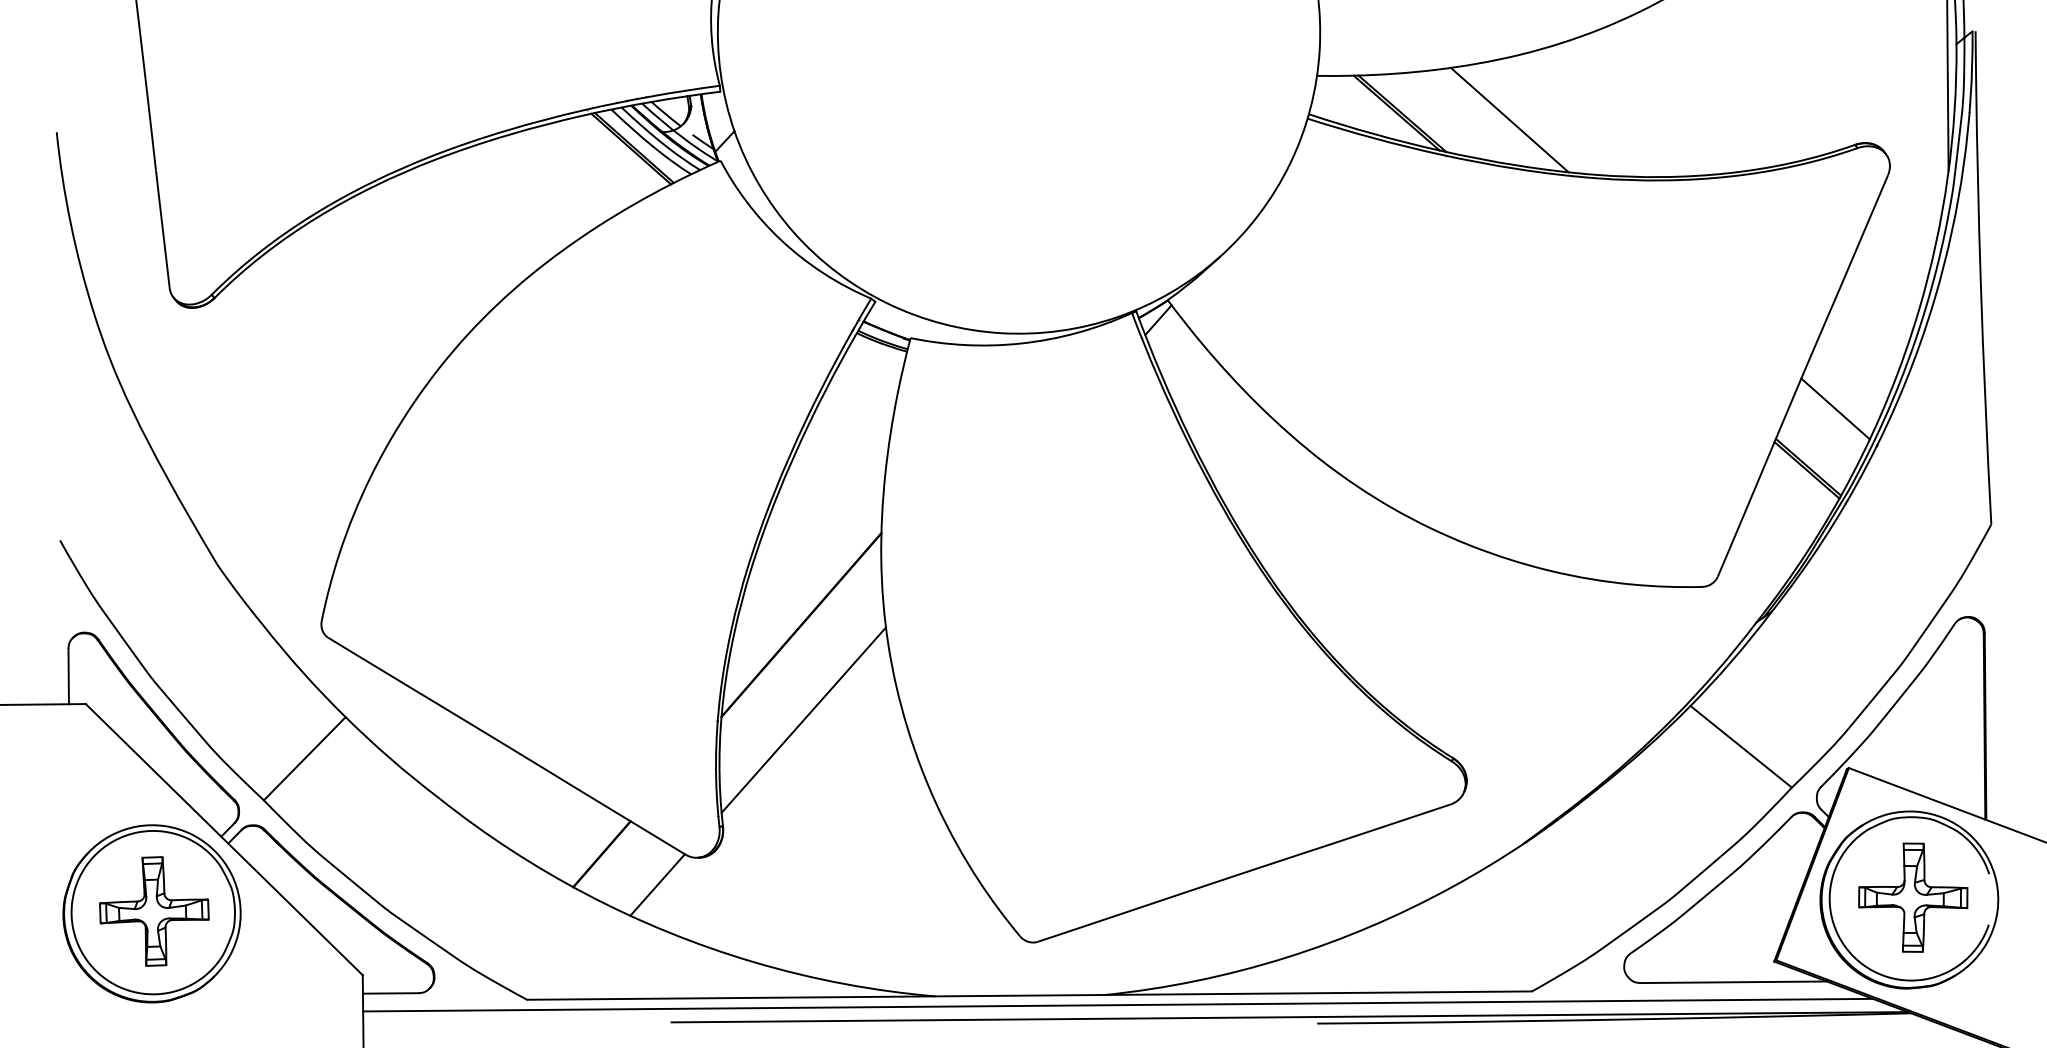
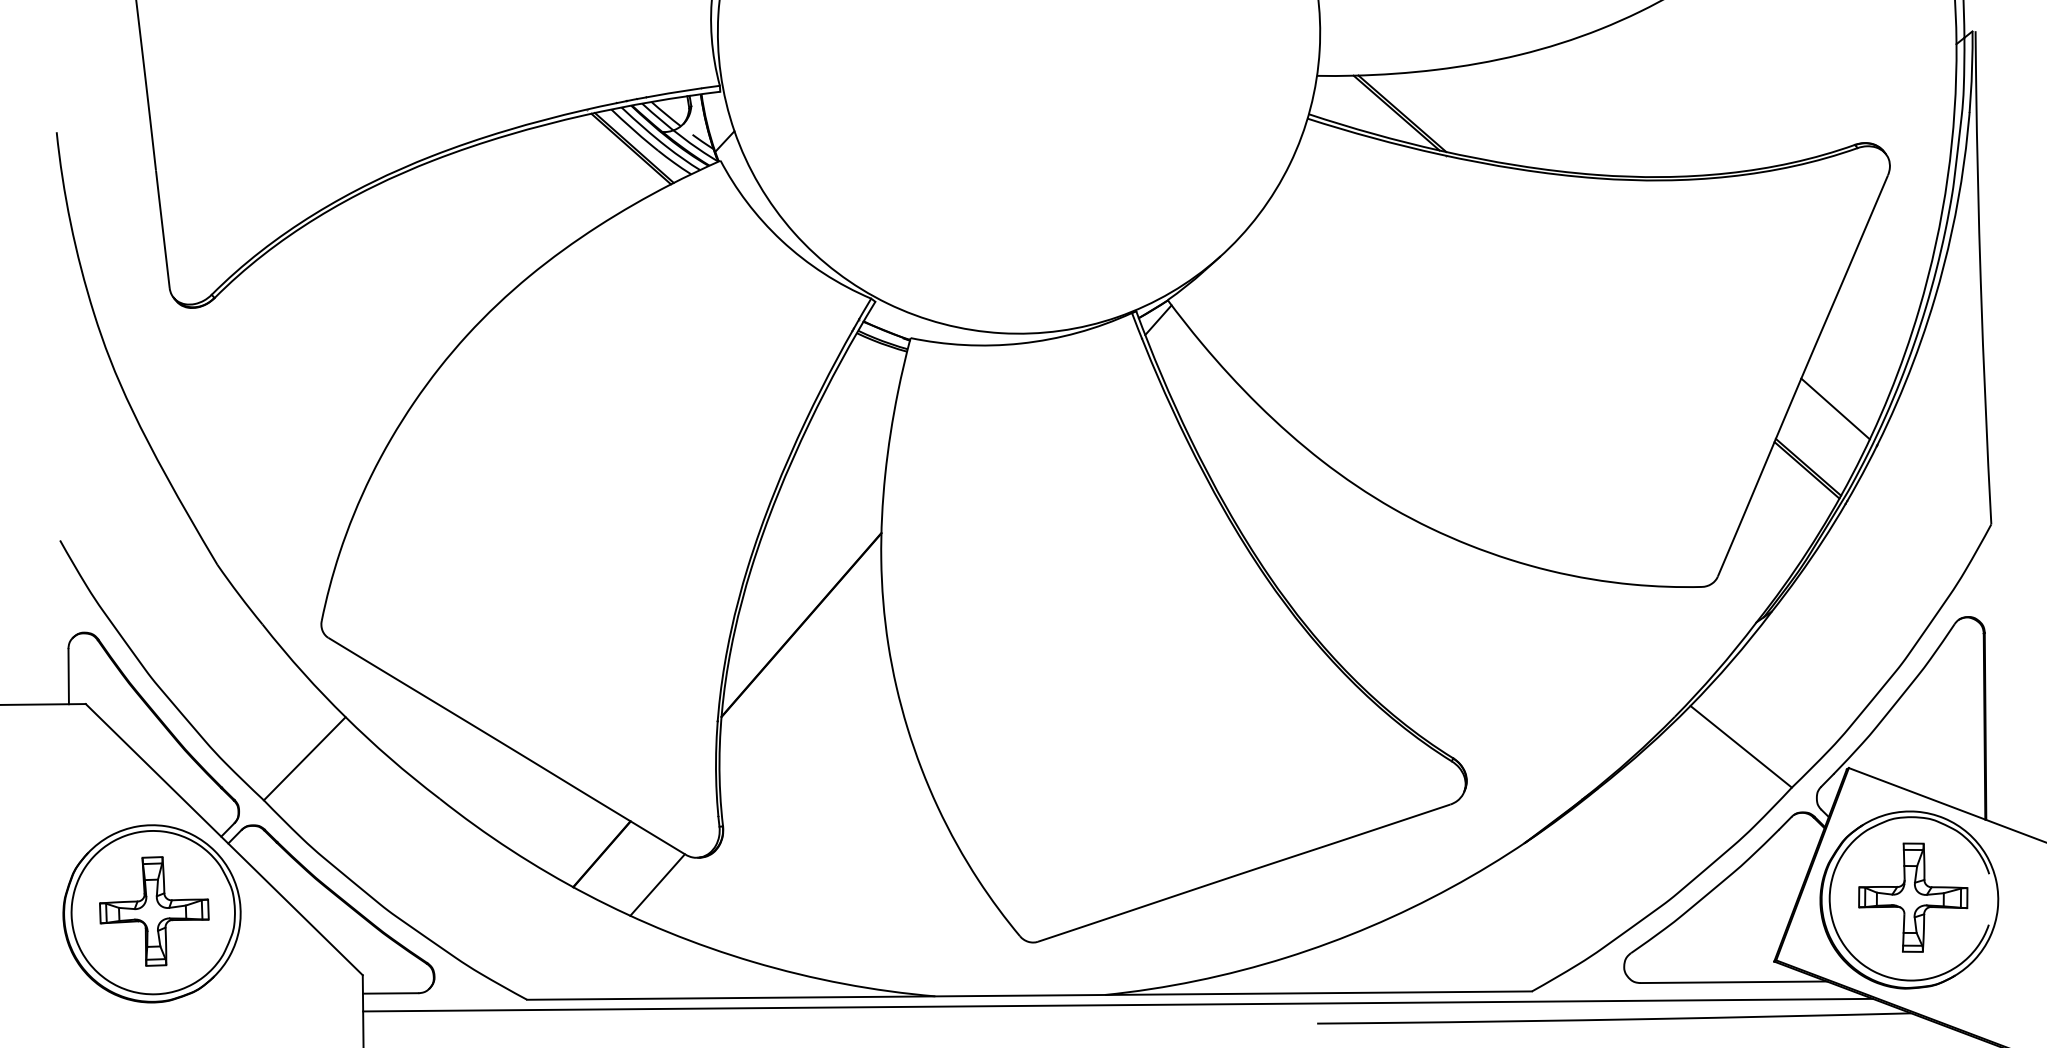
line at (1947, 86): present -> none
line at (1509, 119): present -> none
line at (803, 719): present -> none
line at (1289, 1017): present -> none
